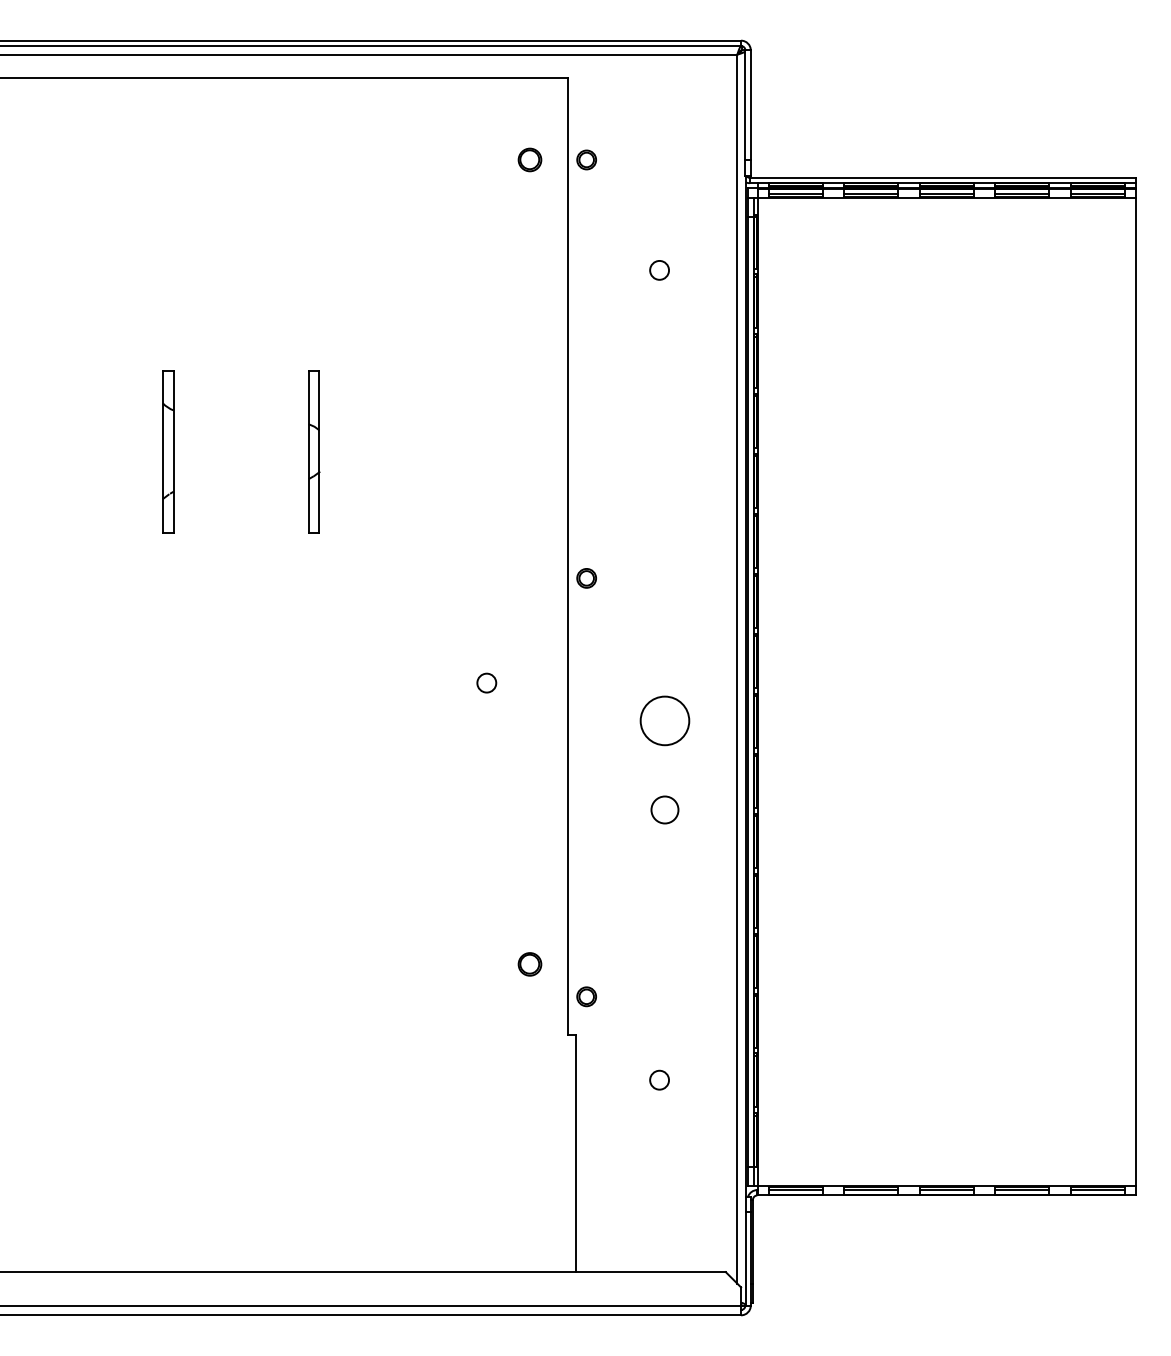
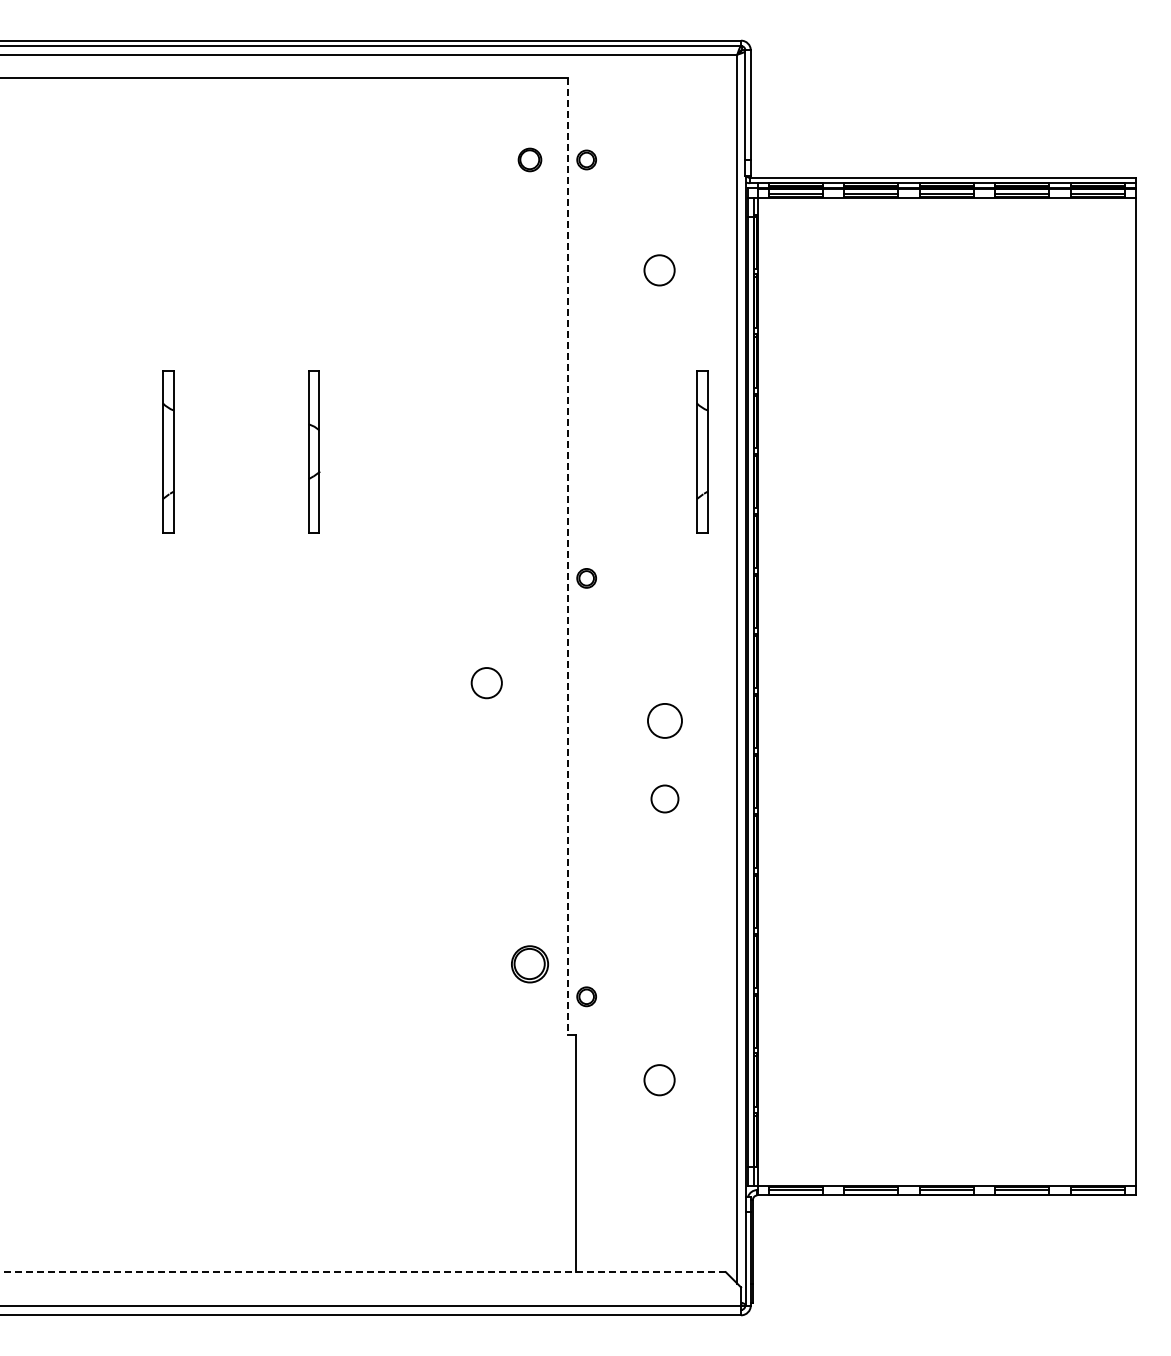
circle at (659, 269) diameter: 19 px -> 30 px
part at (702, 451): none -> present
line at (567, 557): solid -> dashed
circle at (486, 682) diameter: 19 px -> 30 px
circle at (664, 720) size: 52x52 px -> 36x36 px
circle at (664, 809) position: (664, 809) -> (664, 798)
part at (529, 964) size: 26x25 px -> 38x39 px
circle at (659, 1079) diameter: 19 px -> 30 px
line at (362, 1272): solid -> dashed
